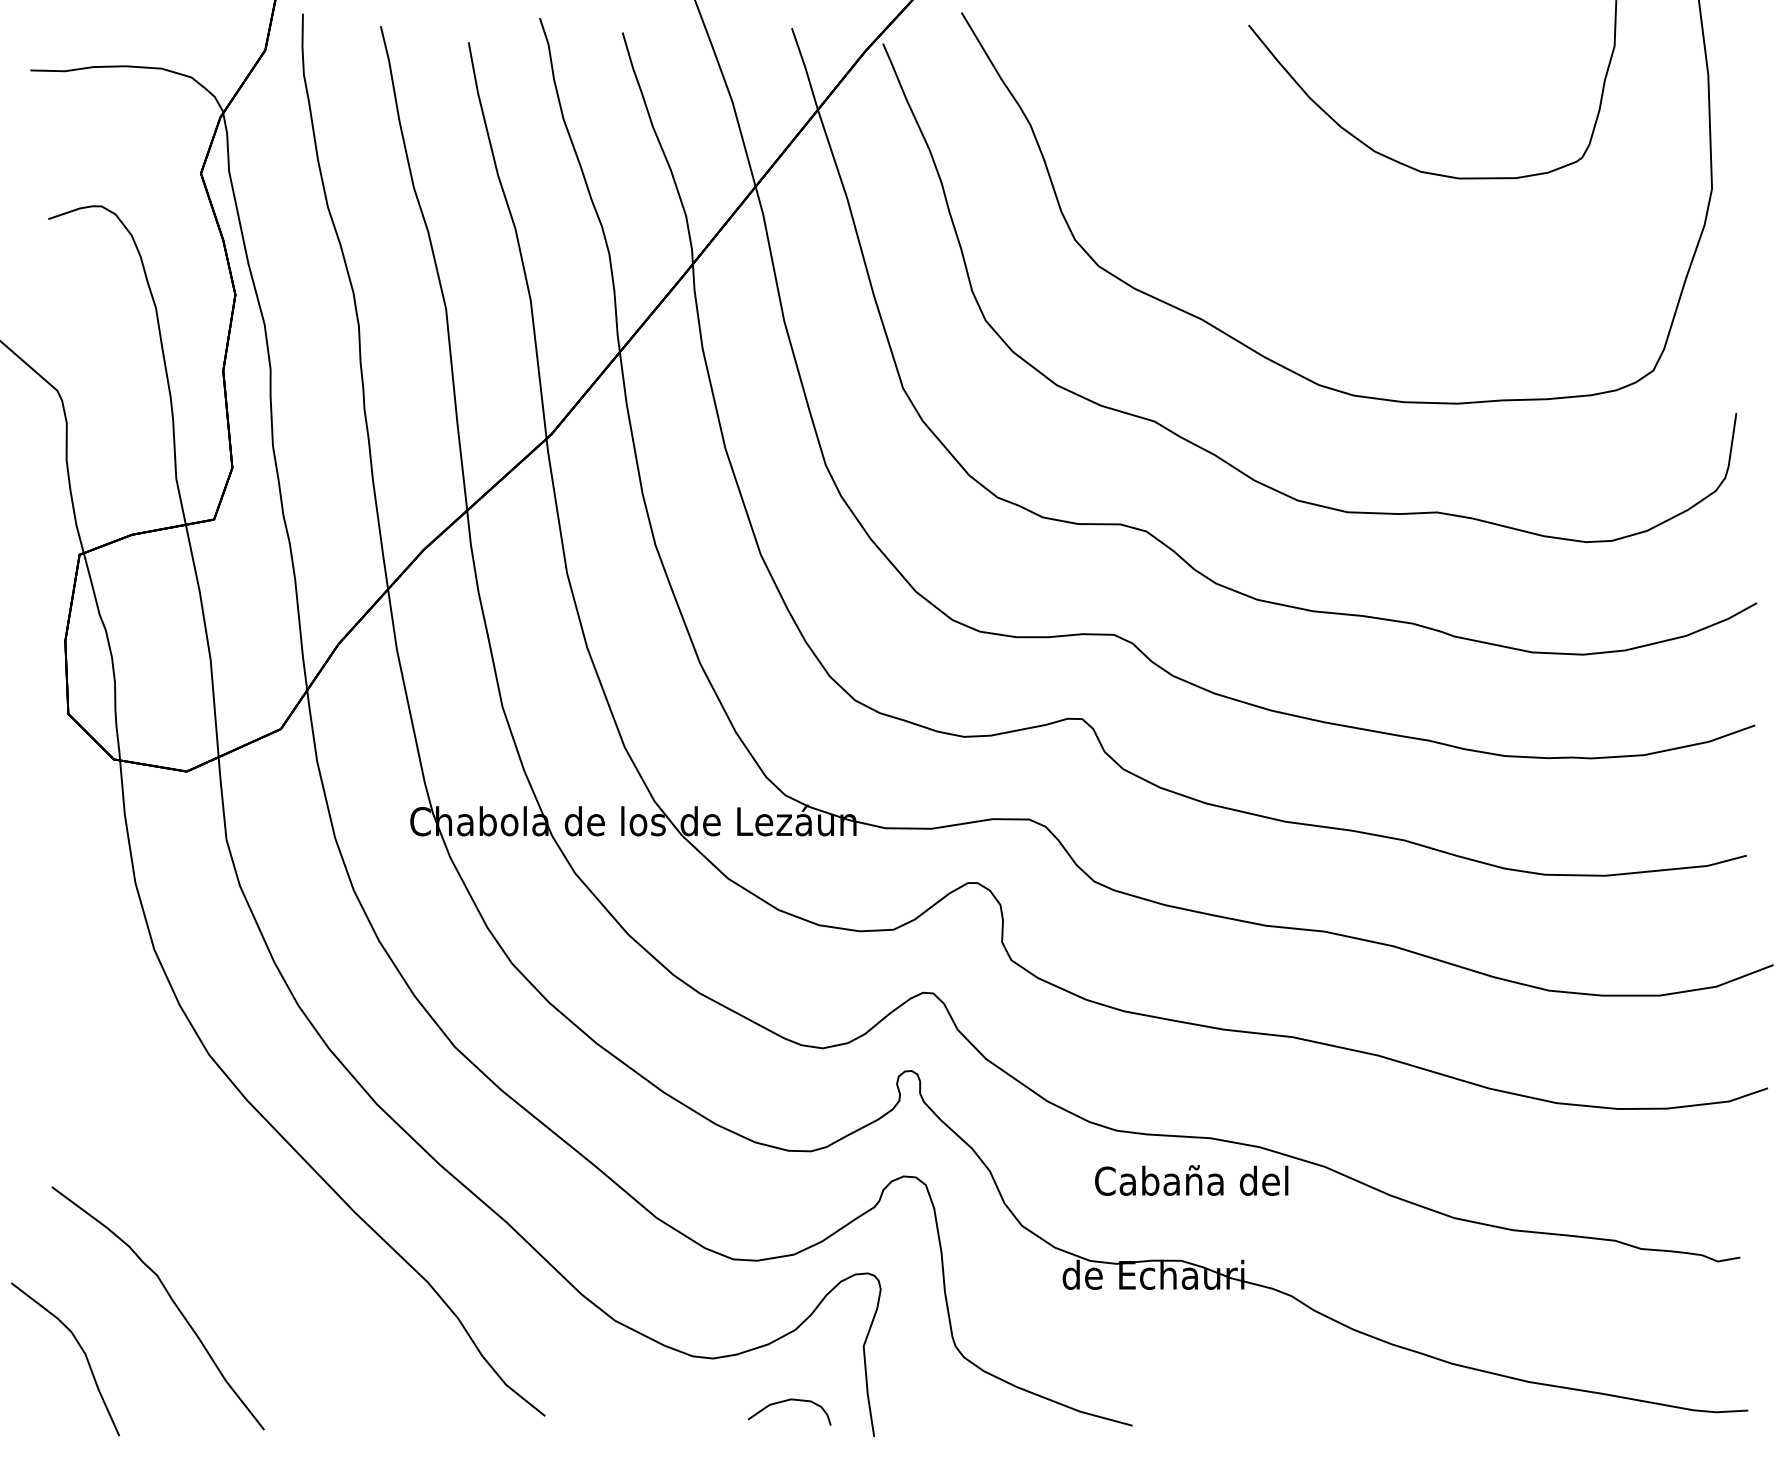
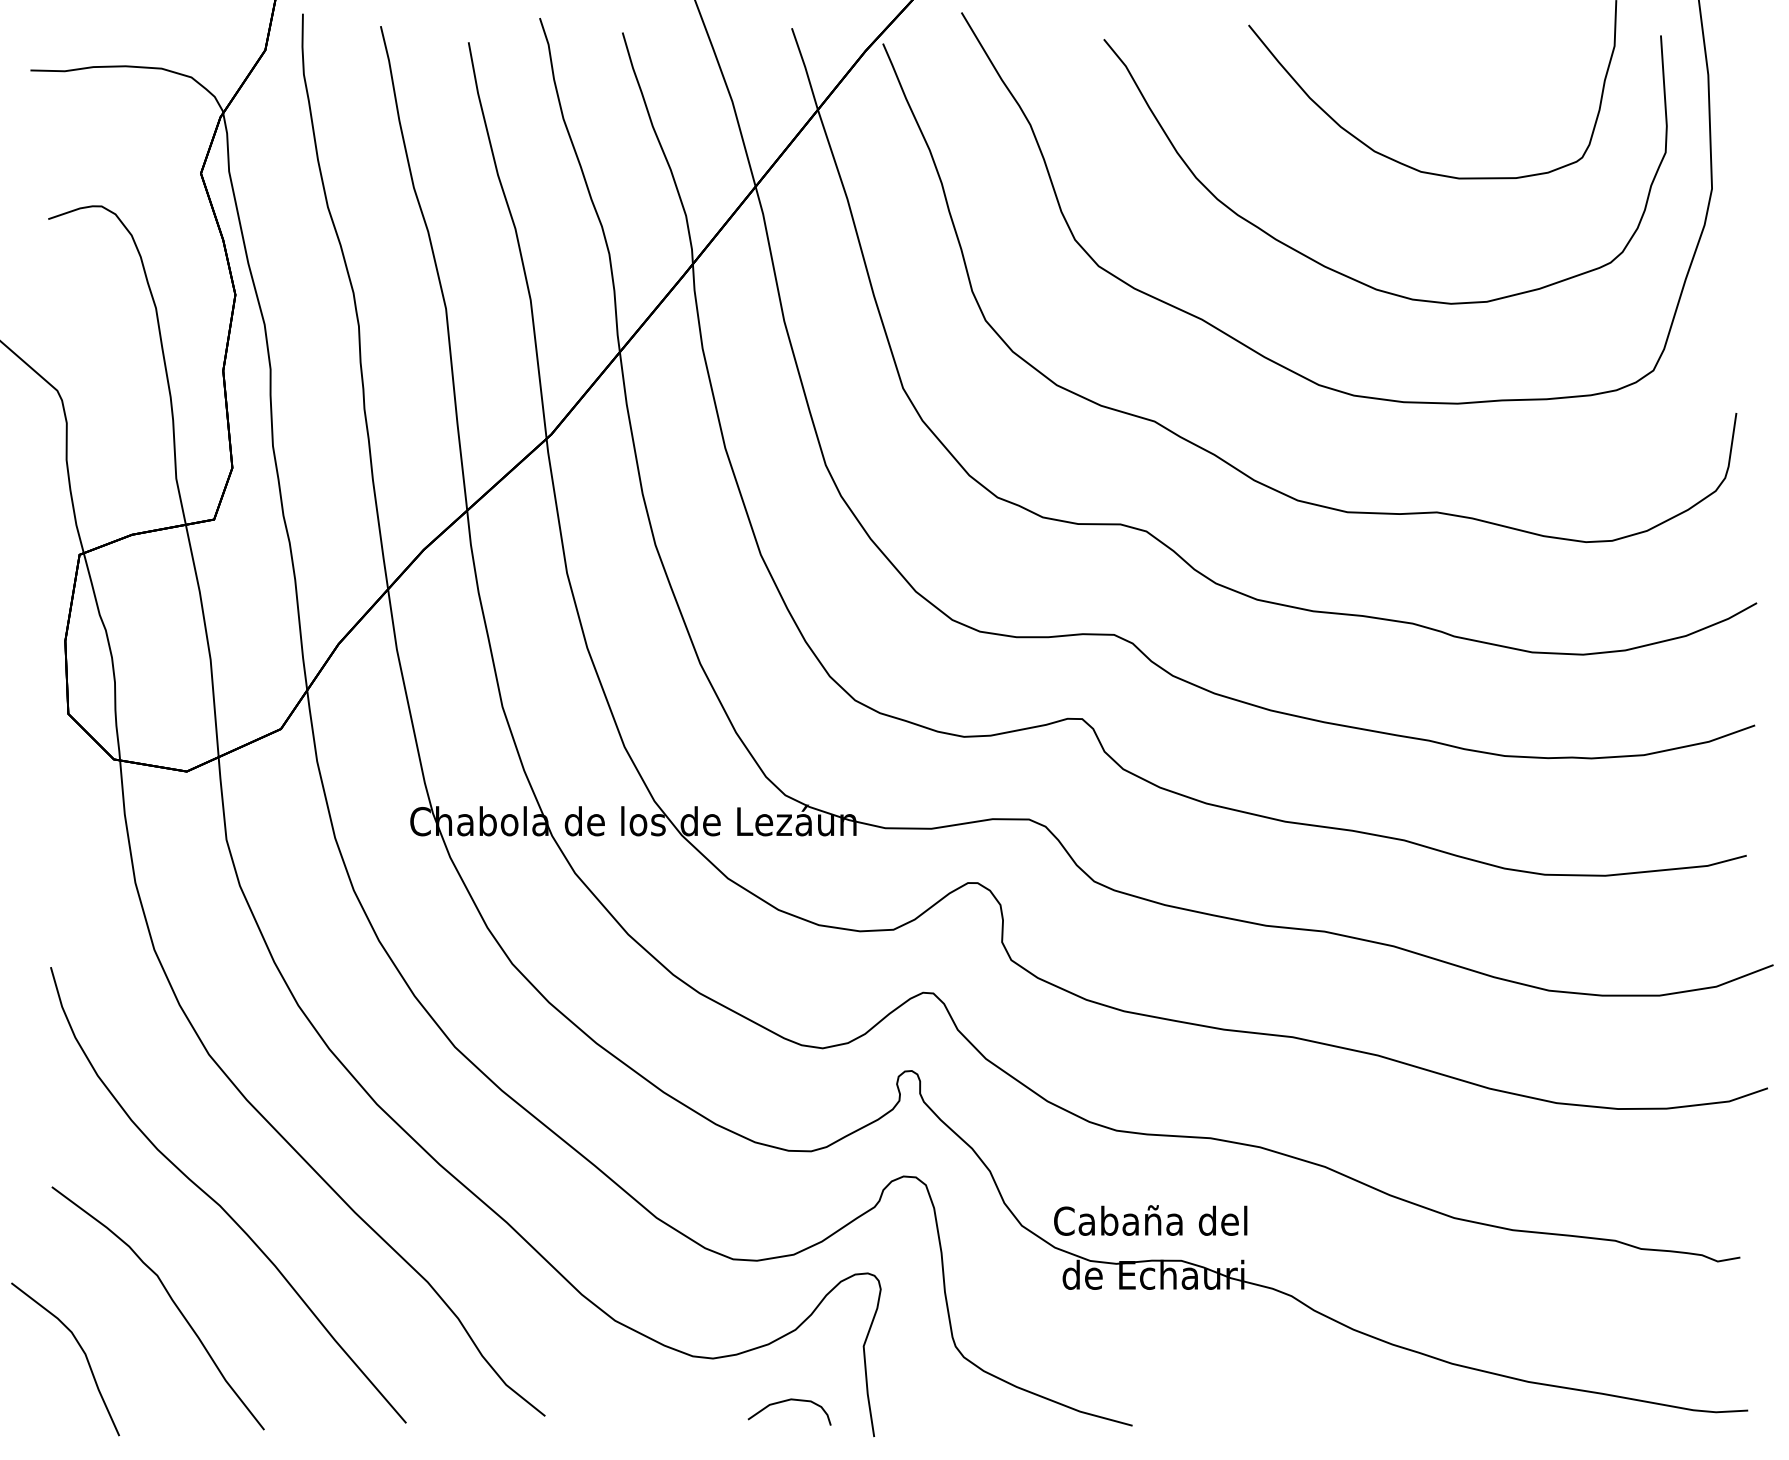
part at (1343, 273): none -> present
text at (1191, 1180) position: (1191, 1180) -> (1150, 1220)
curve at (219, 1204): none -> present
